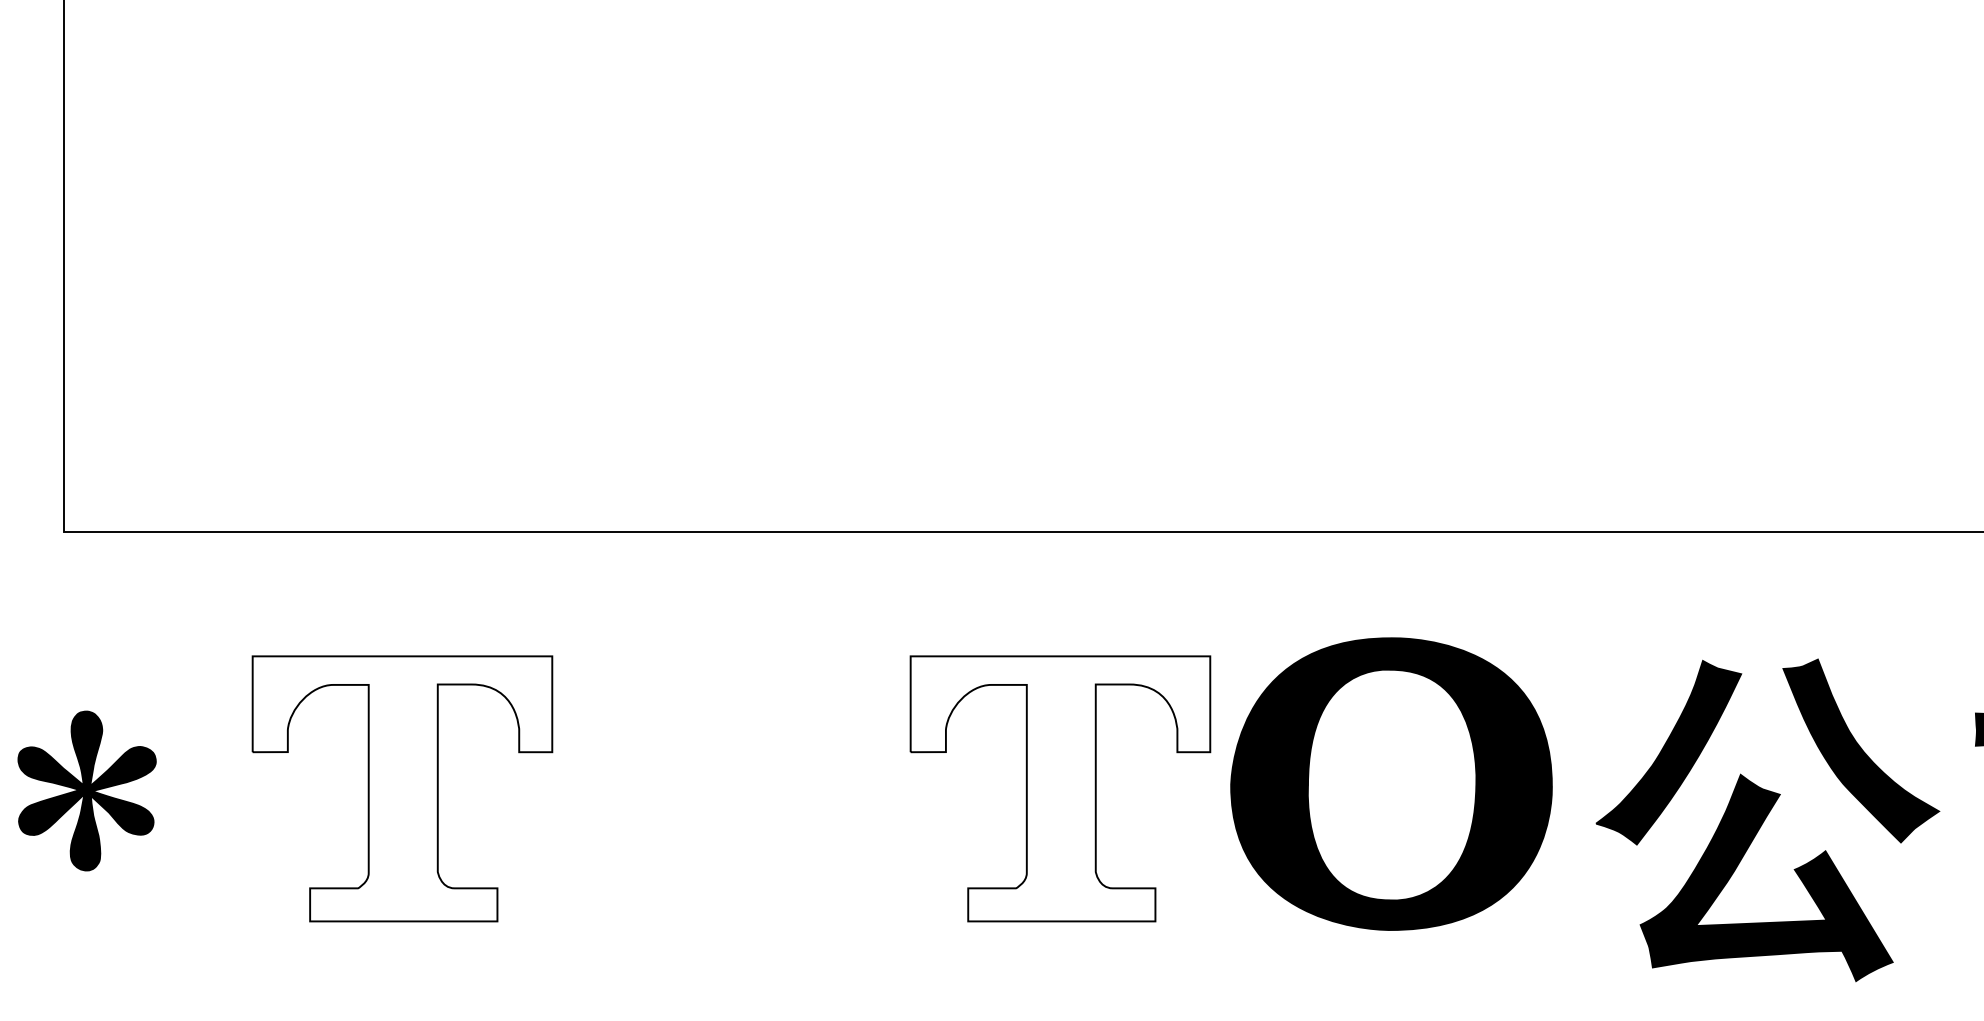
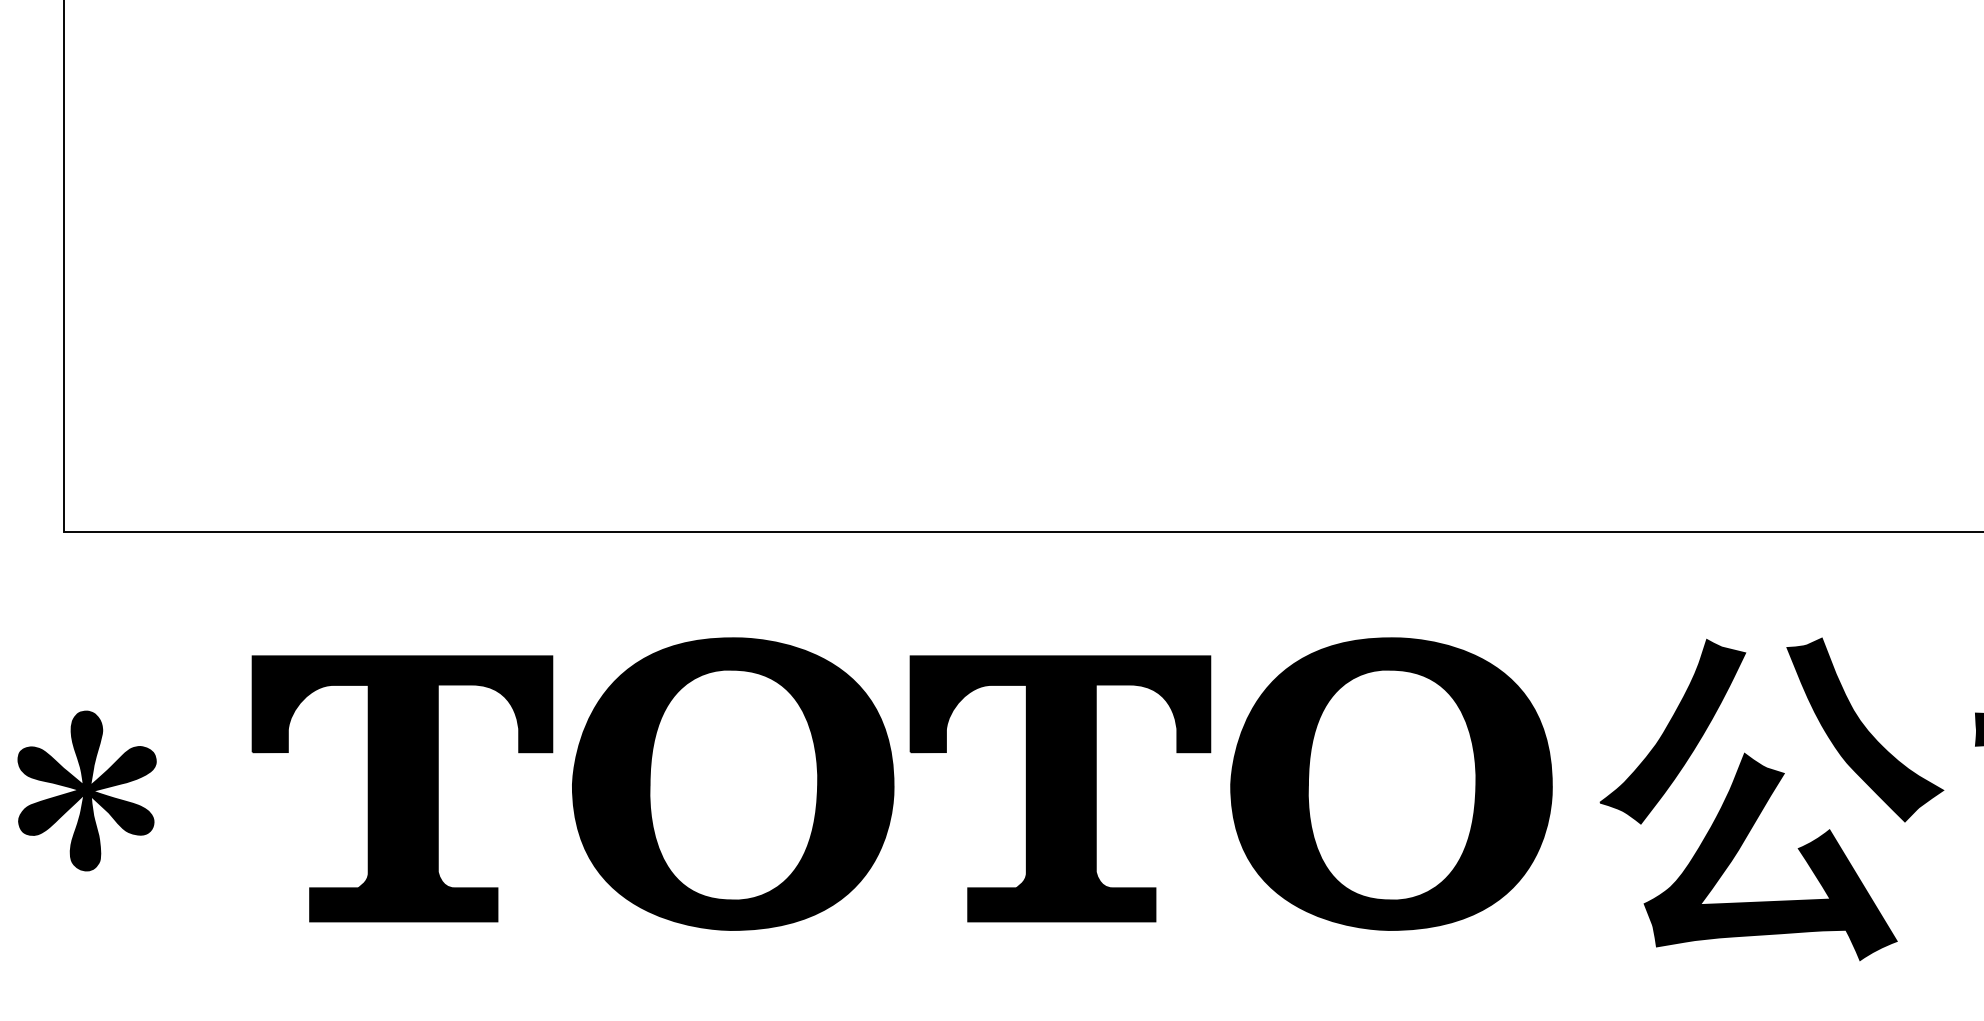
part at (733, 783): none -> present
fill at (402, 788): none -> present
fill at (1060, 788): none -> present
part at (1767, 820) position: (1767, 820) -> (1771, 799)
